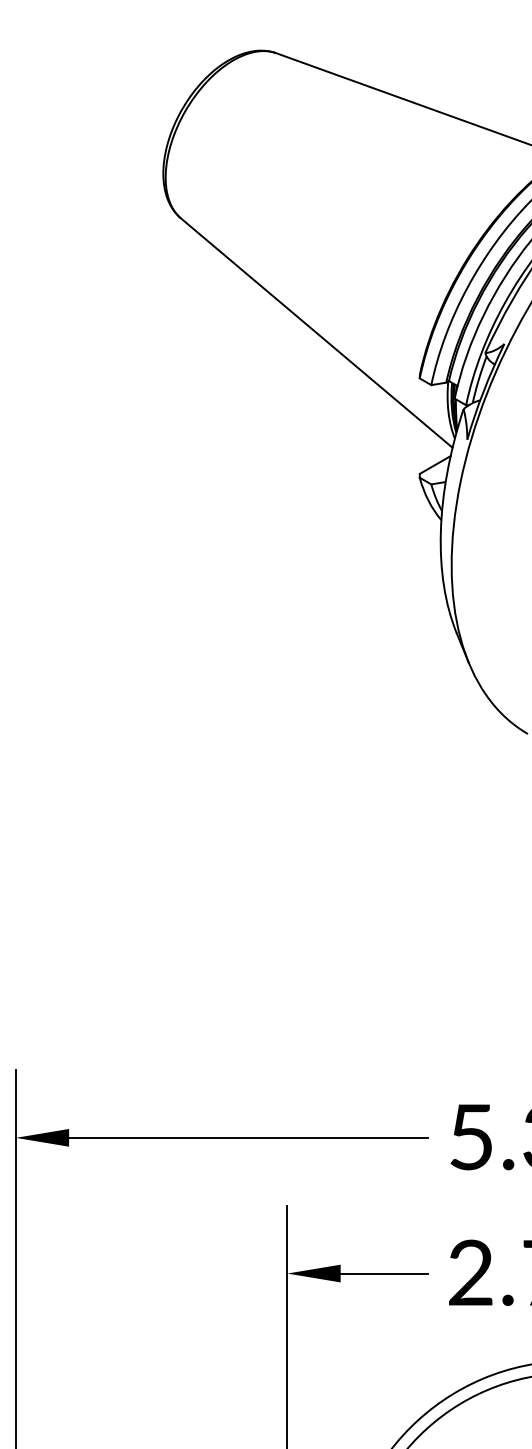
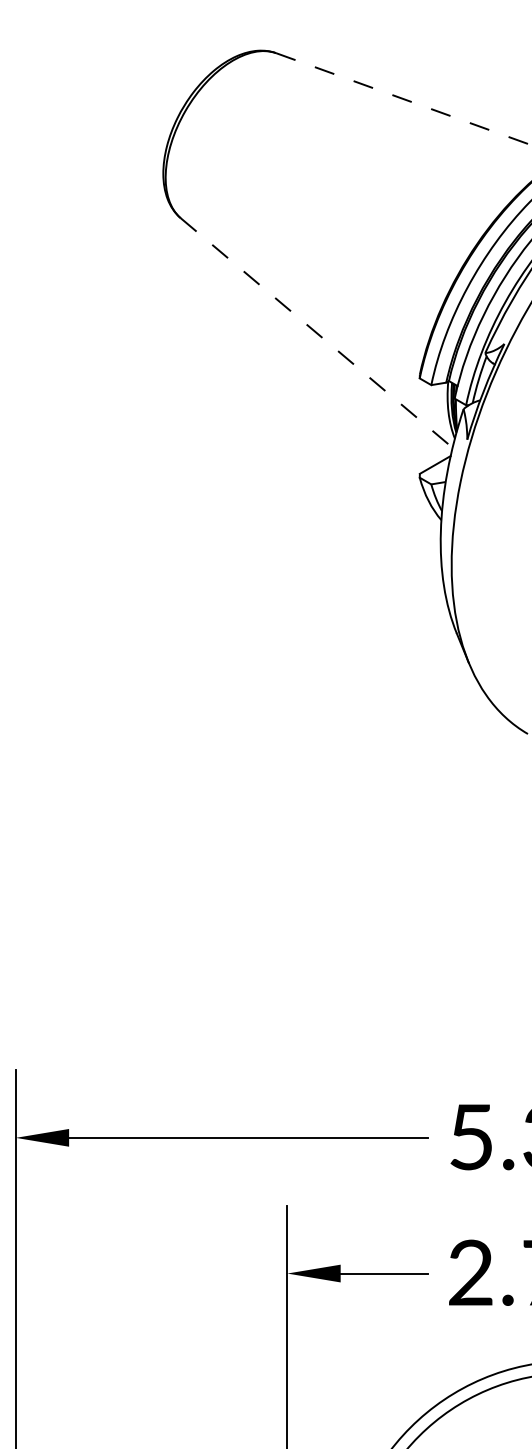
line at (403, 99): solid -> dashed
line at (316, 333): solid -> dashed
